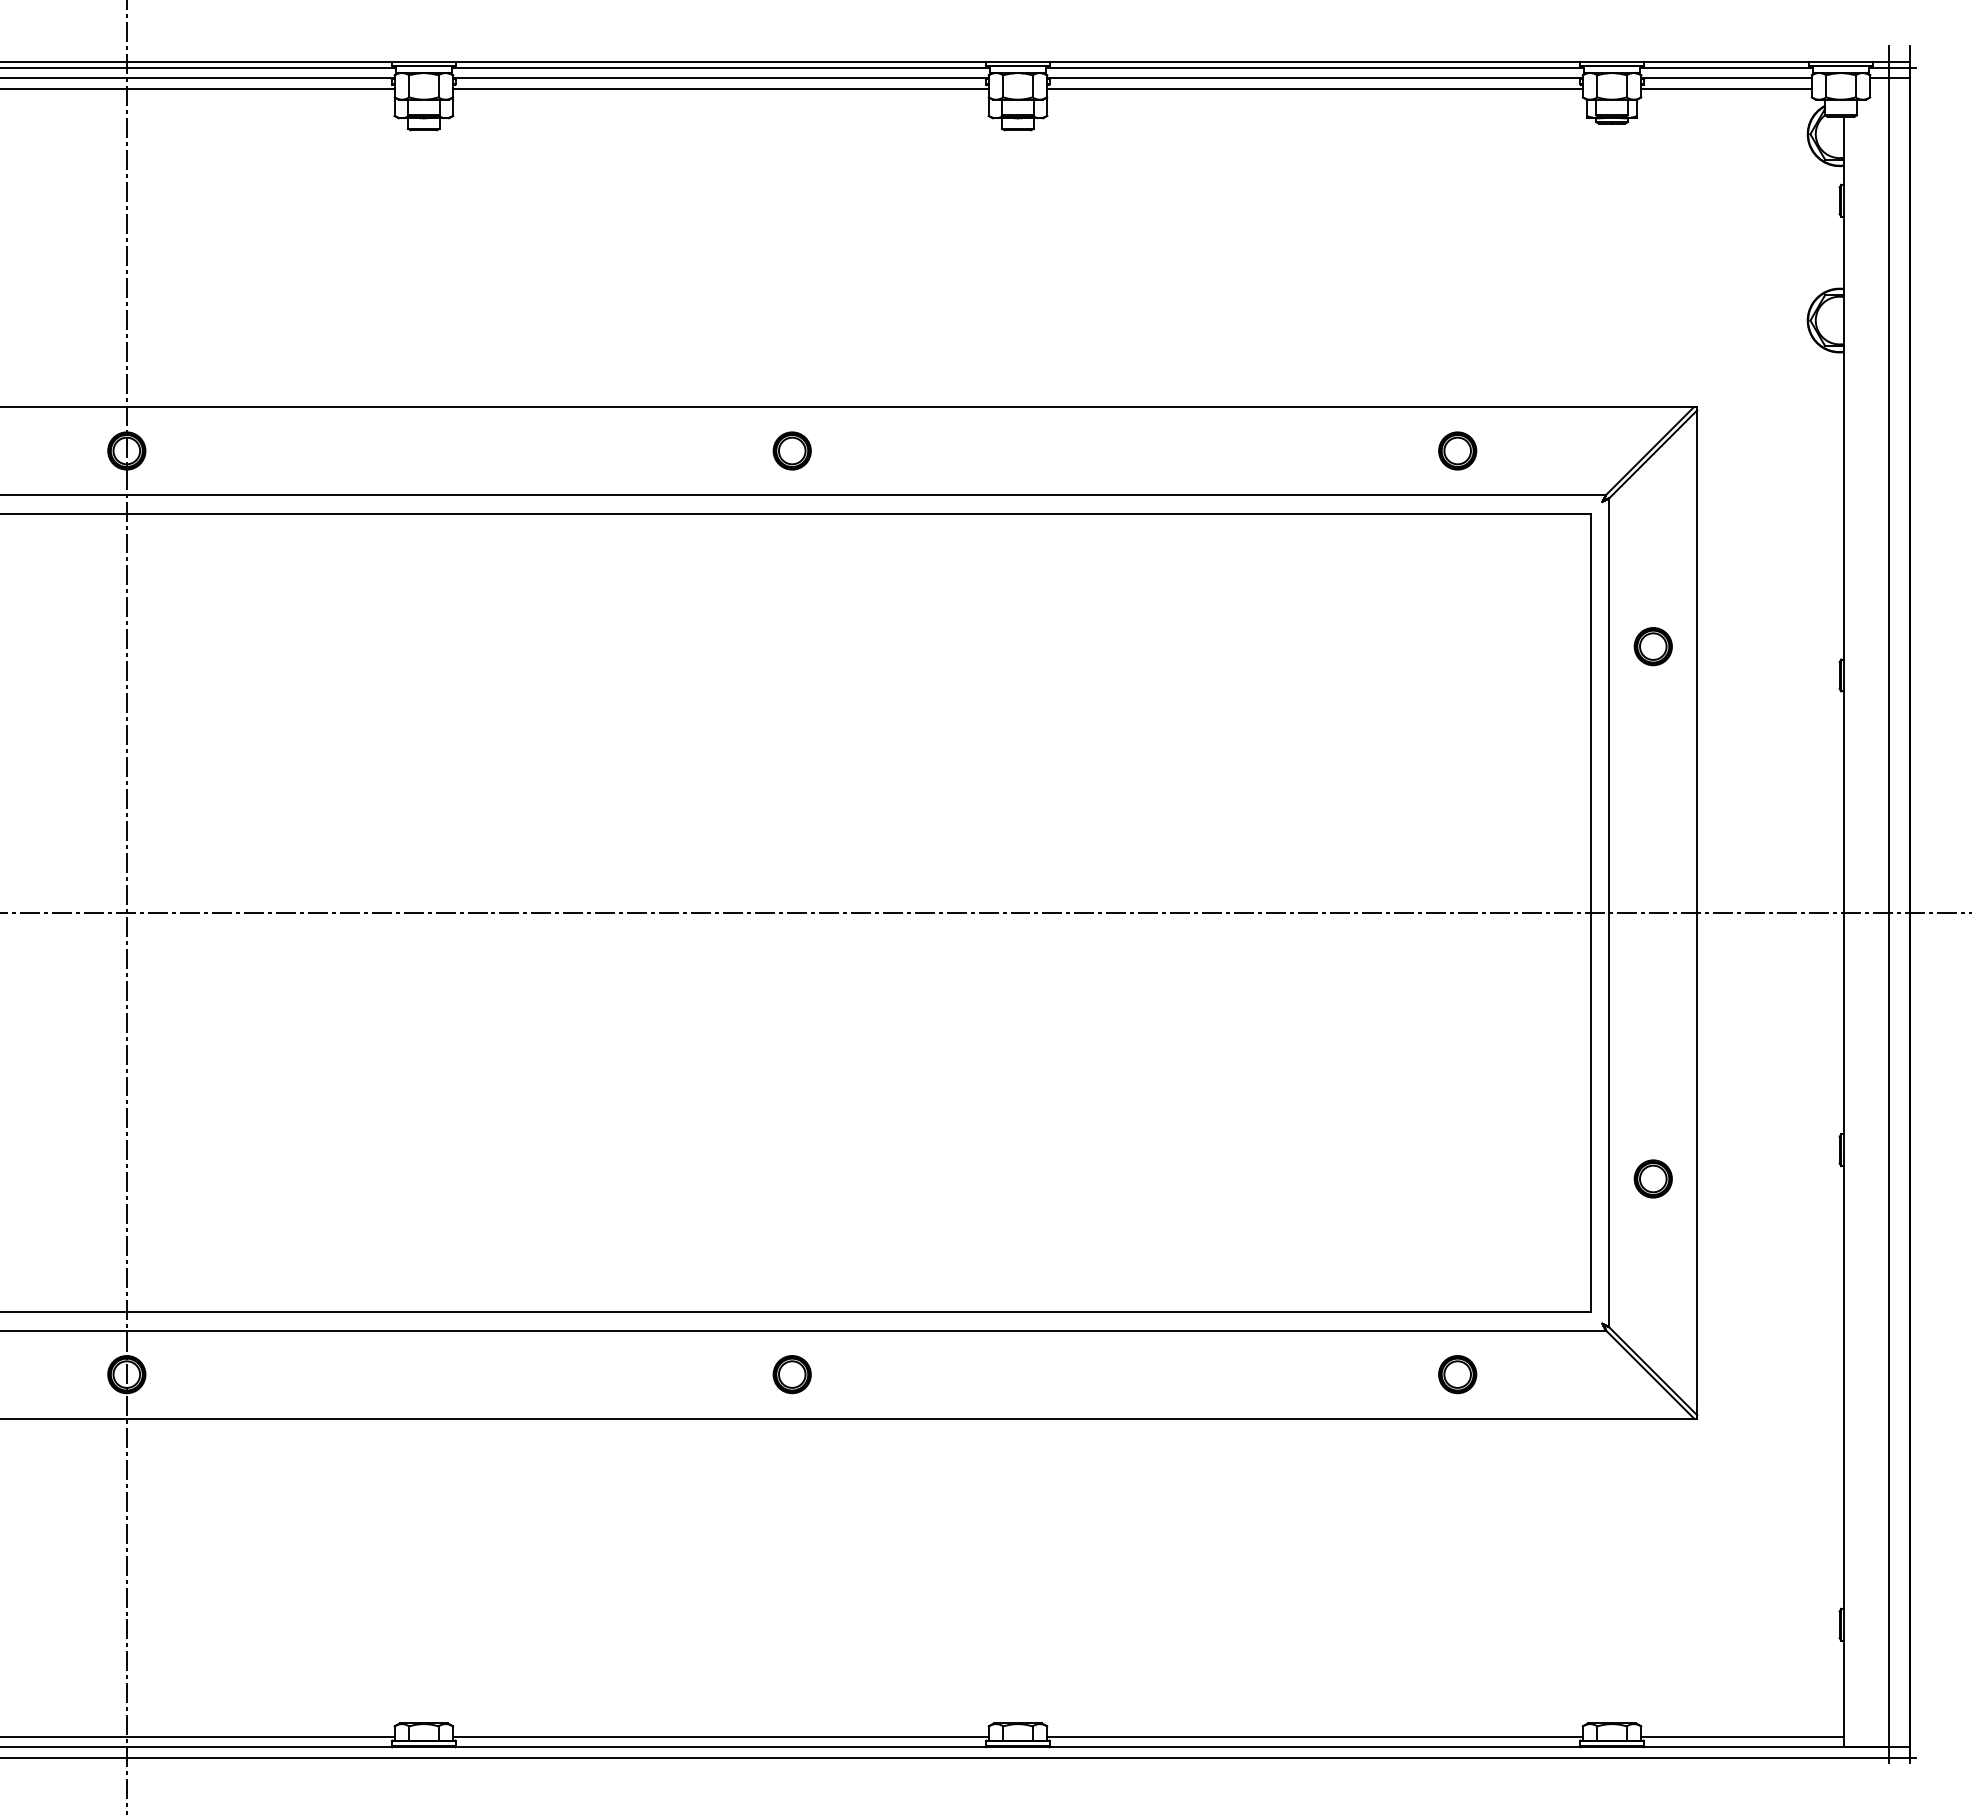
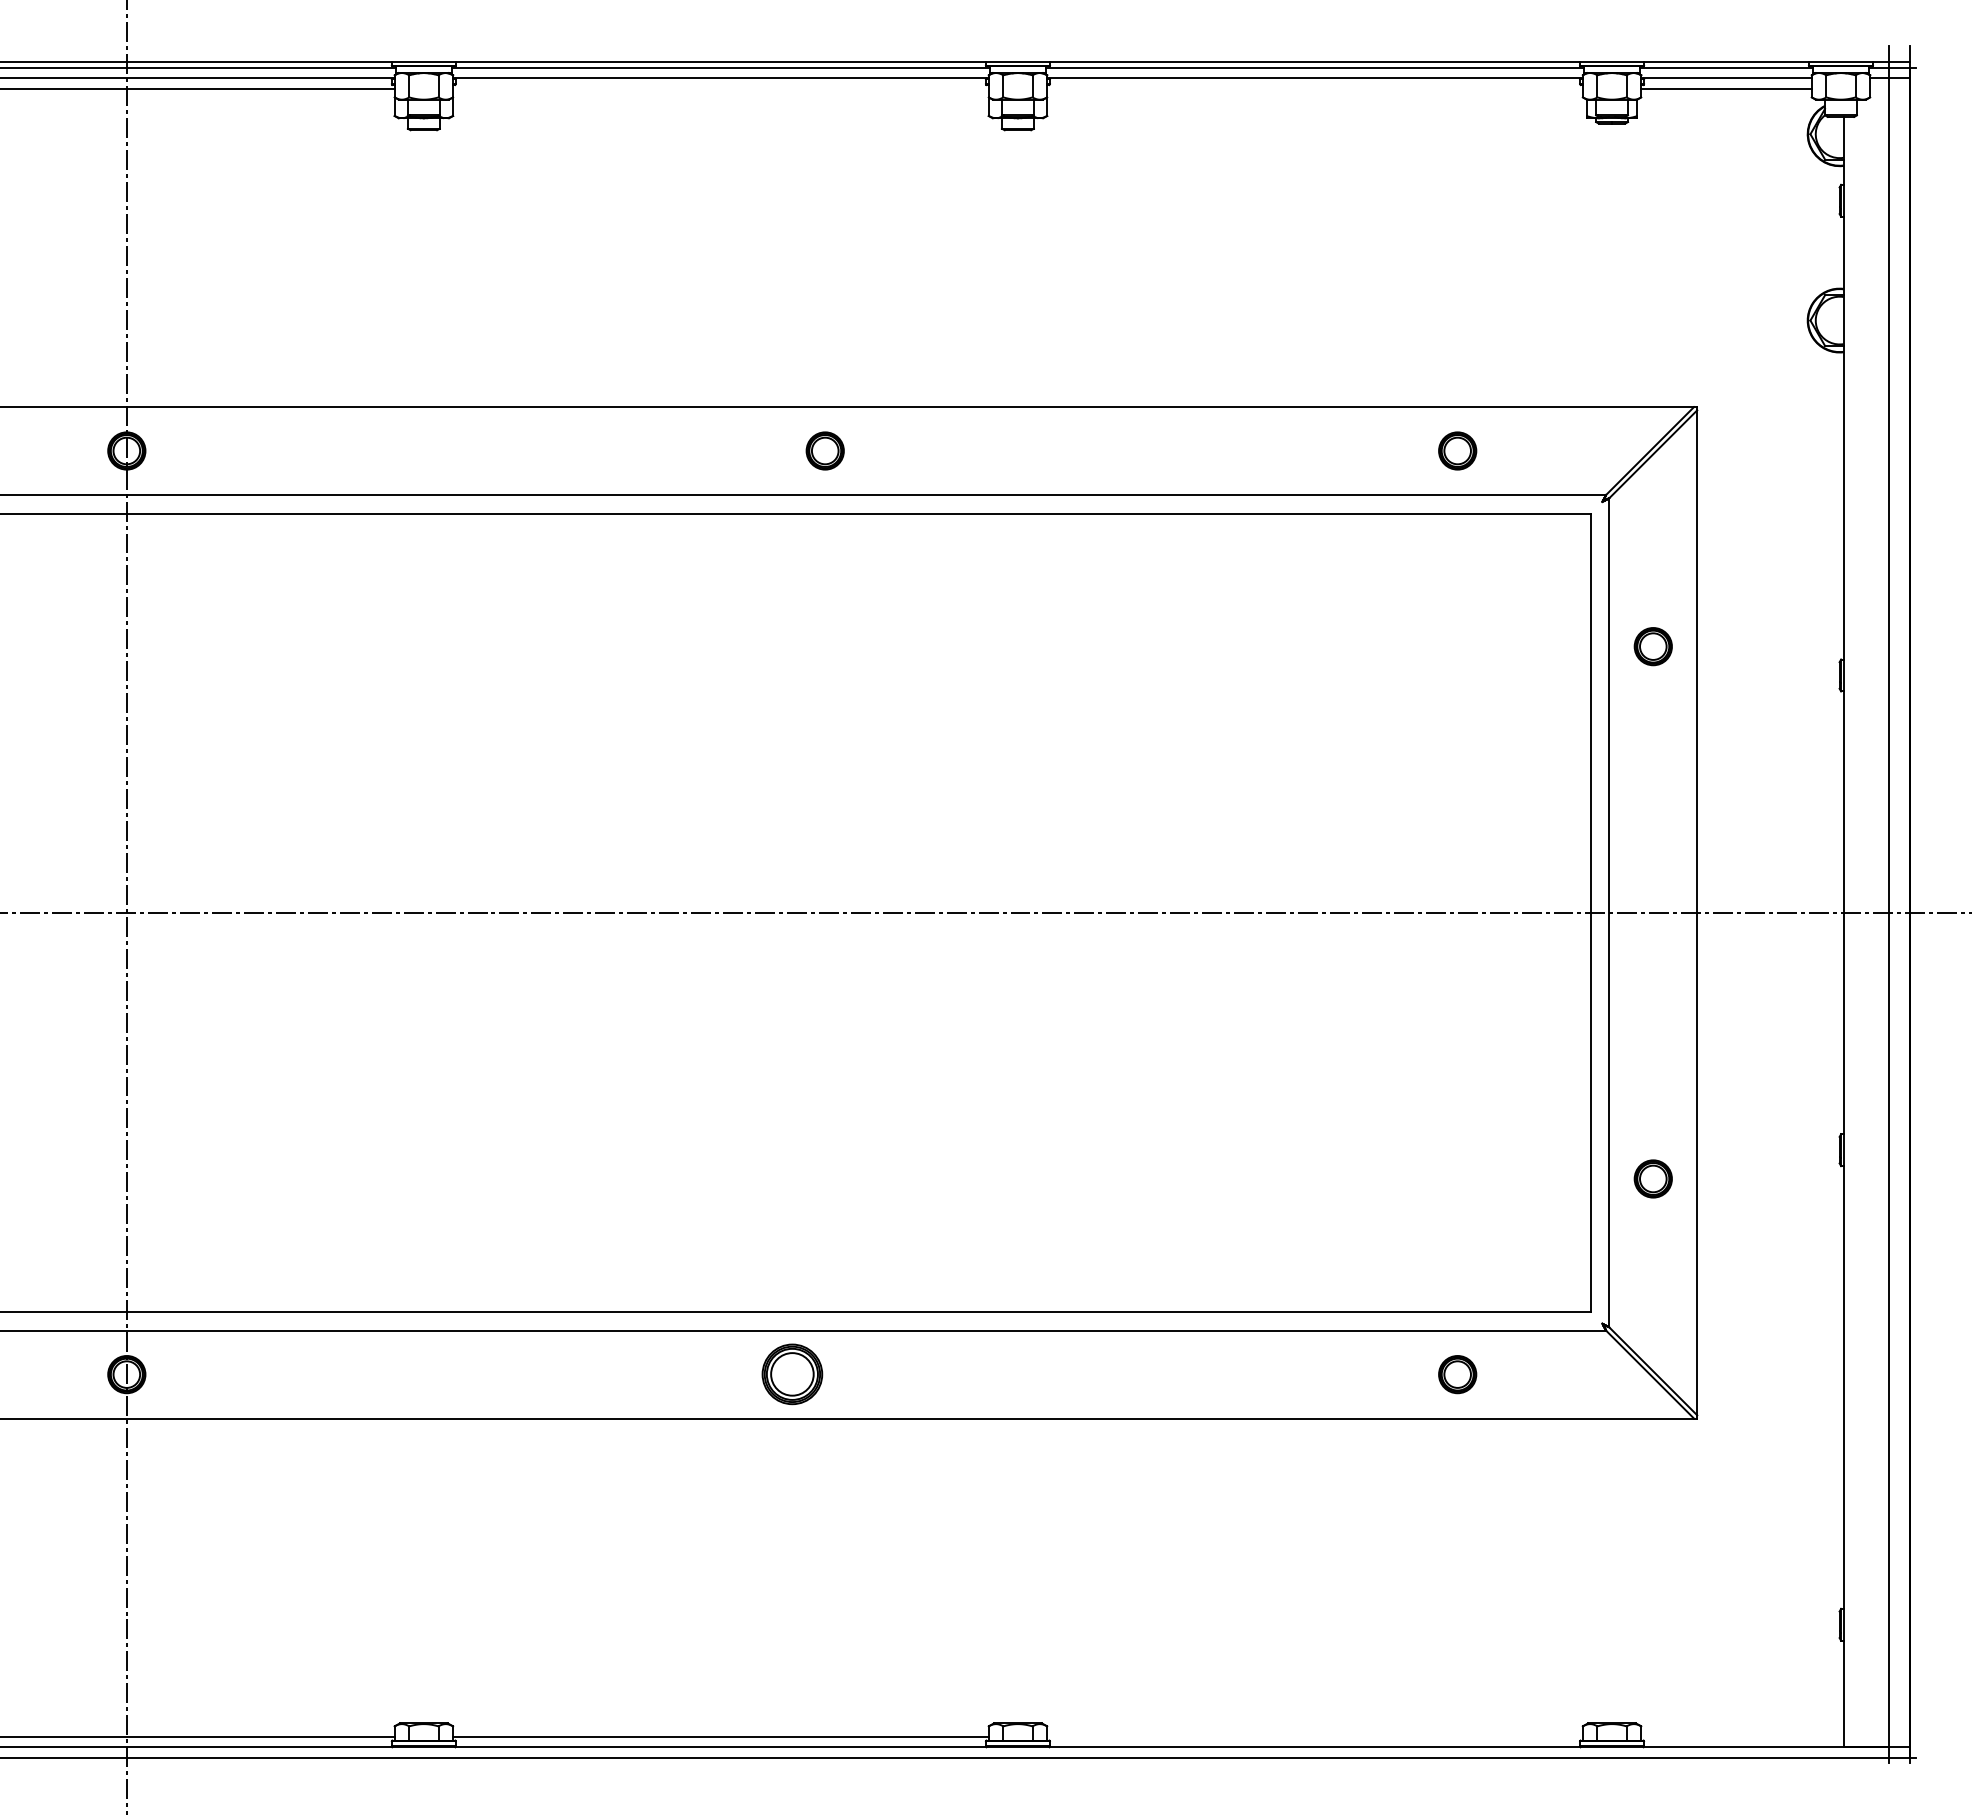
line at (720, 89): present -> none
line at (1314, 89): present -> none
part at (791, 450) position: (791, 450) -> (824, 450)
part at (791, 1374) size: 40x40 px -> 63x63 px
line at (1314, 1736): present -> none
line at (1742, 1736): present -> none
